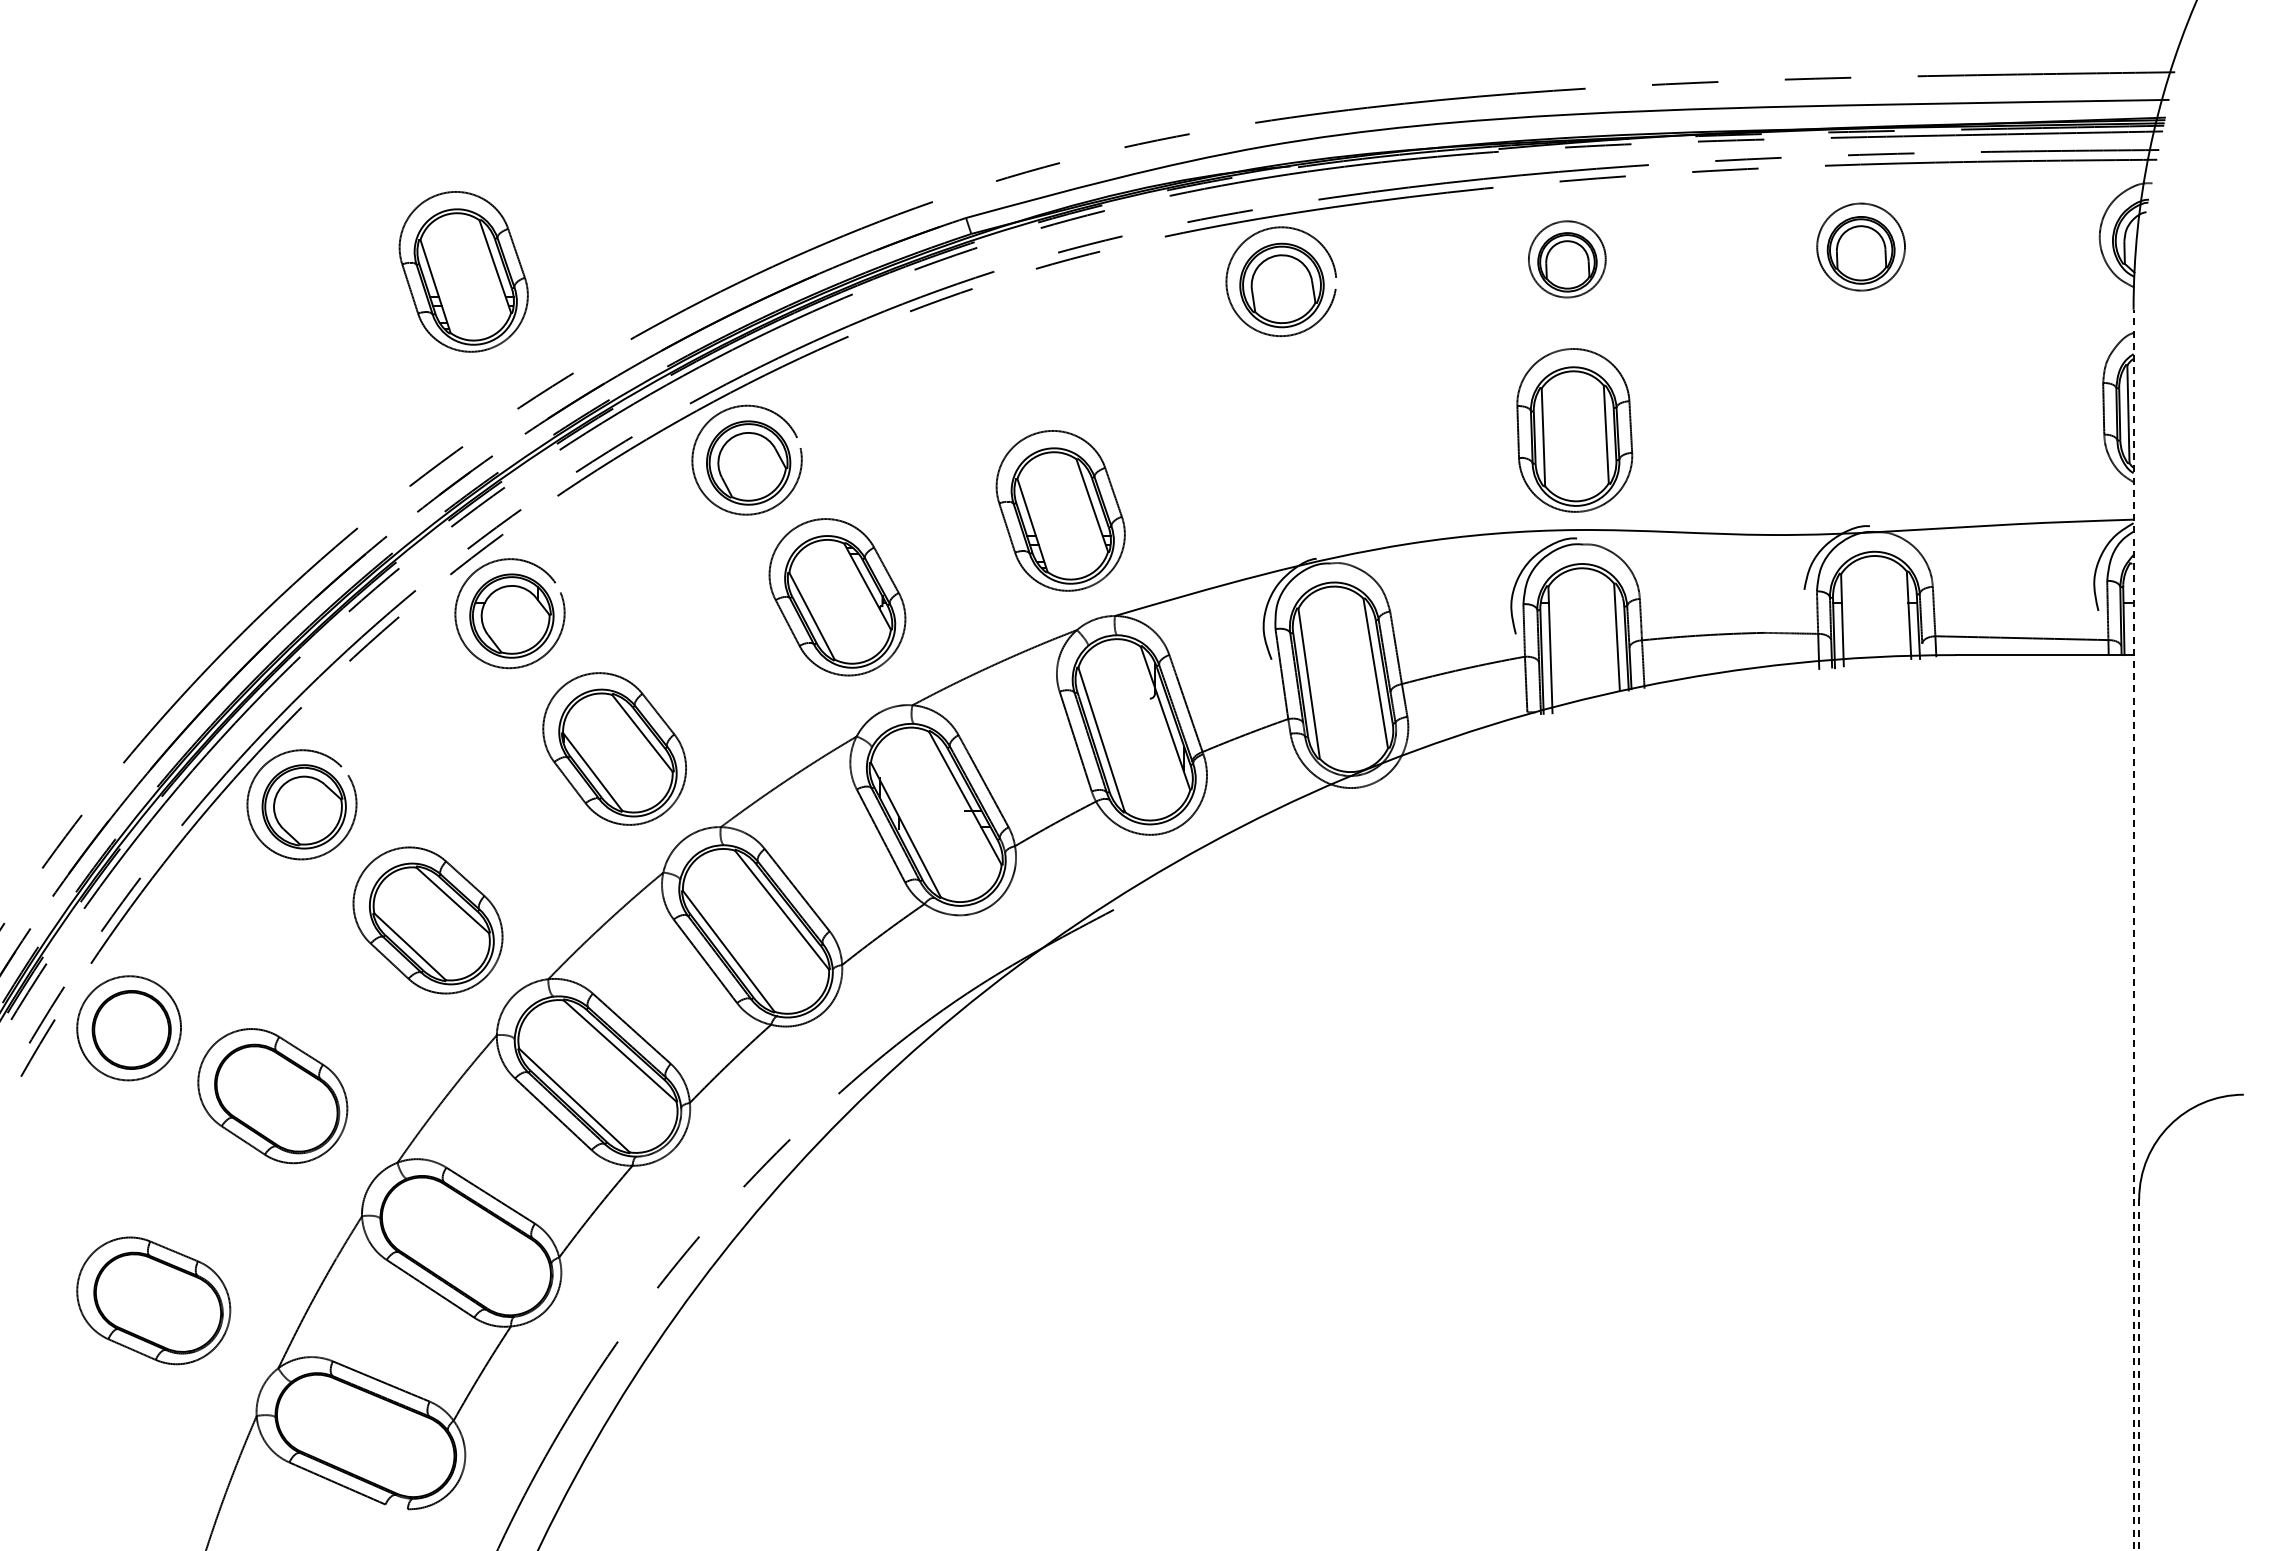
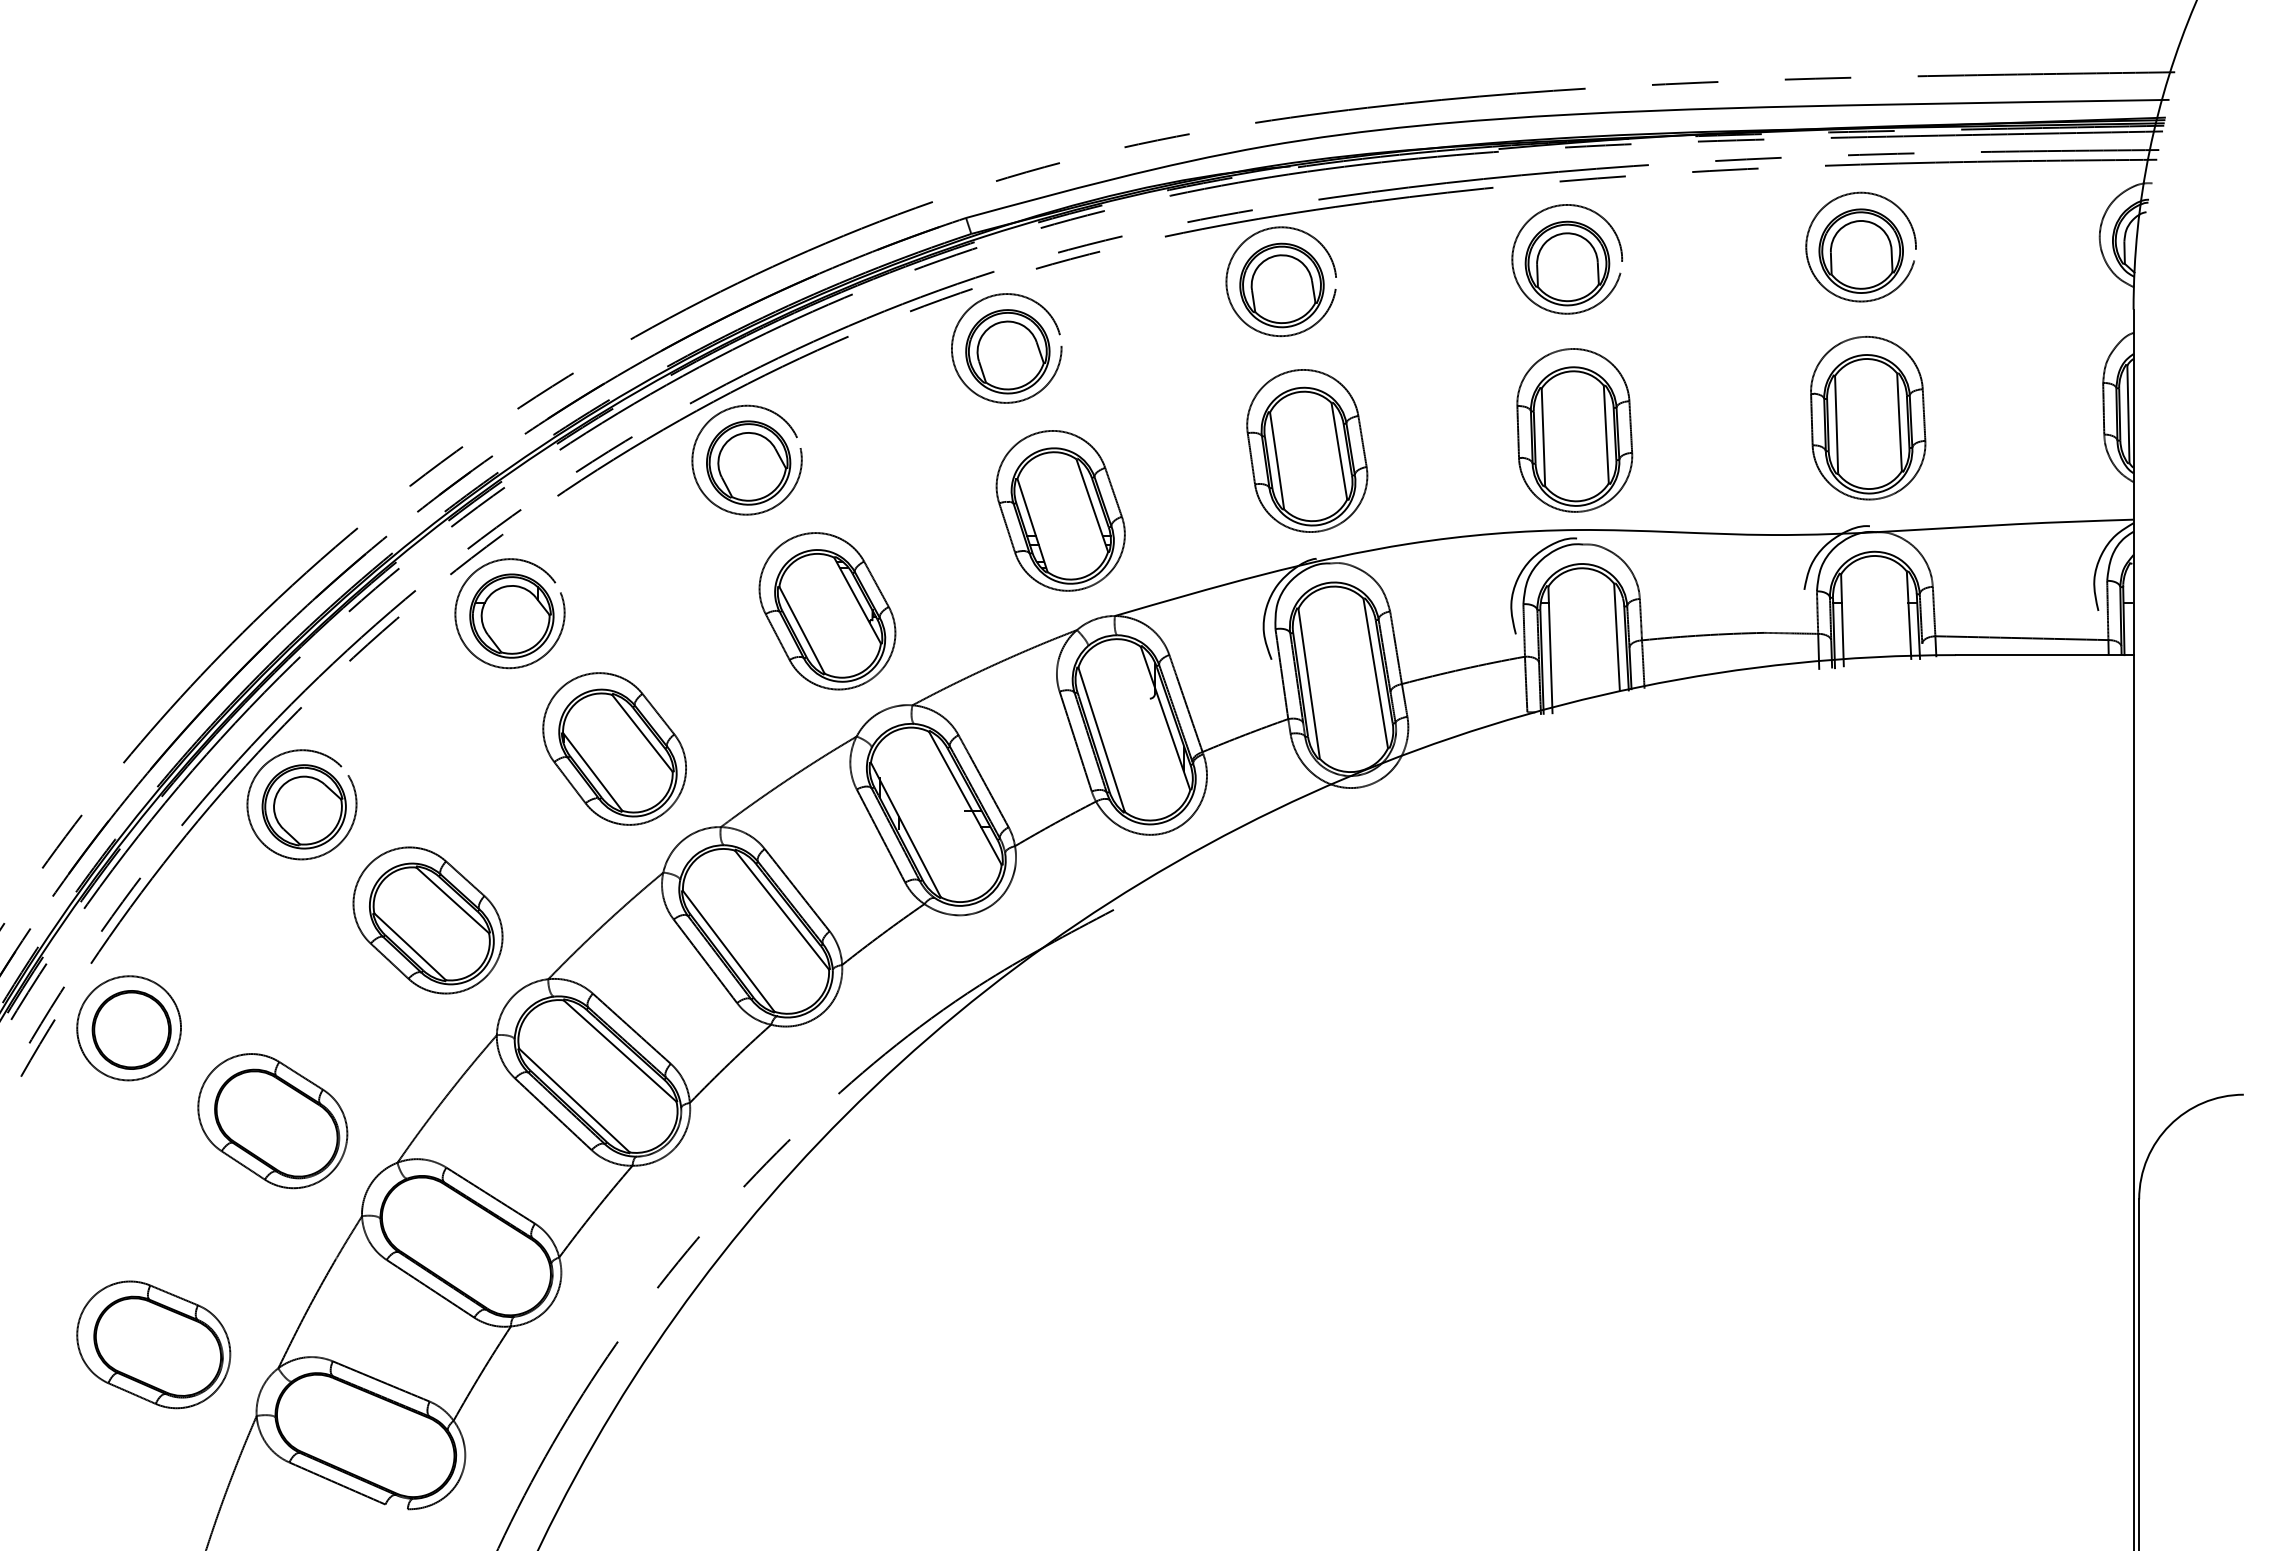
part at (1860, 246) size: 90x90 px -> 112x112 px
part at (1567, 259) size: 79x79 px -> 113x111 px
part at (463, 271): present -> none
part at (1006, 348): none -> present
part at (1868, 418): none -> present
part at (1307, 450): none -> present
part at (837, 597) position: (837, 597) -> (827, 611)
line at (2133, 929): dashed -> solid
part at (272, 1096) position: (272, 1096) -> (272, 1121)
part at (153, 1300) position: (153, 1300) -> (153, 1344)
line at (2139, 1375): dashed -> solid
